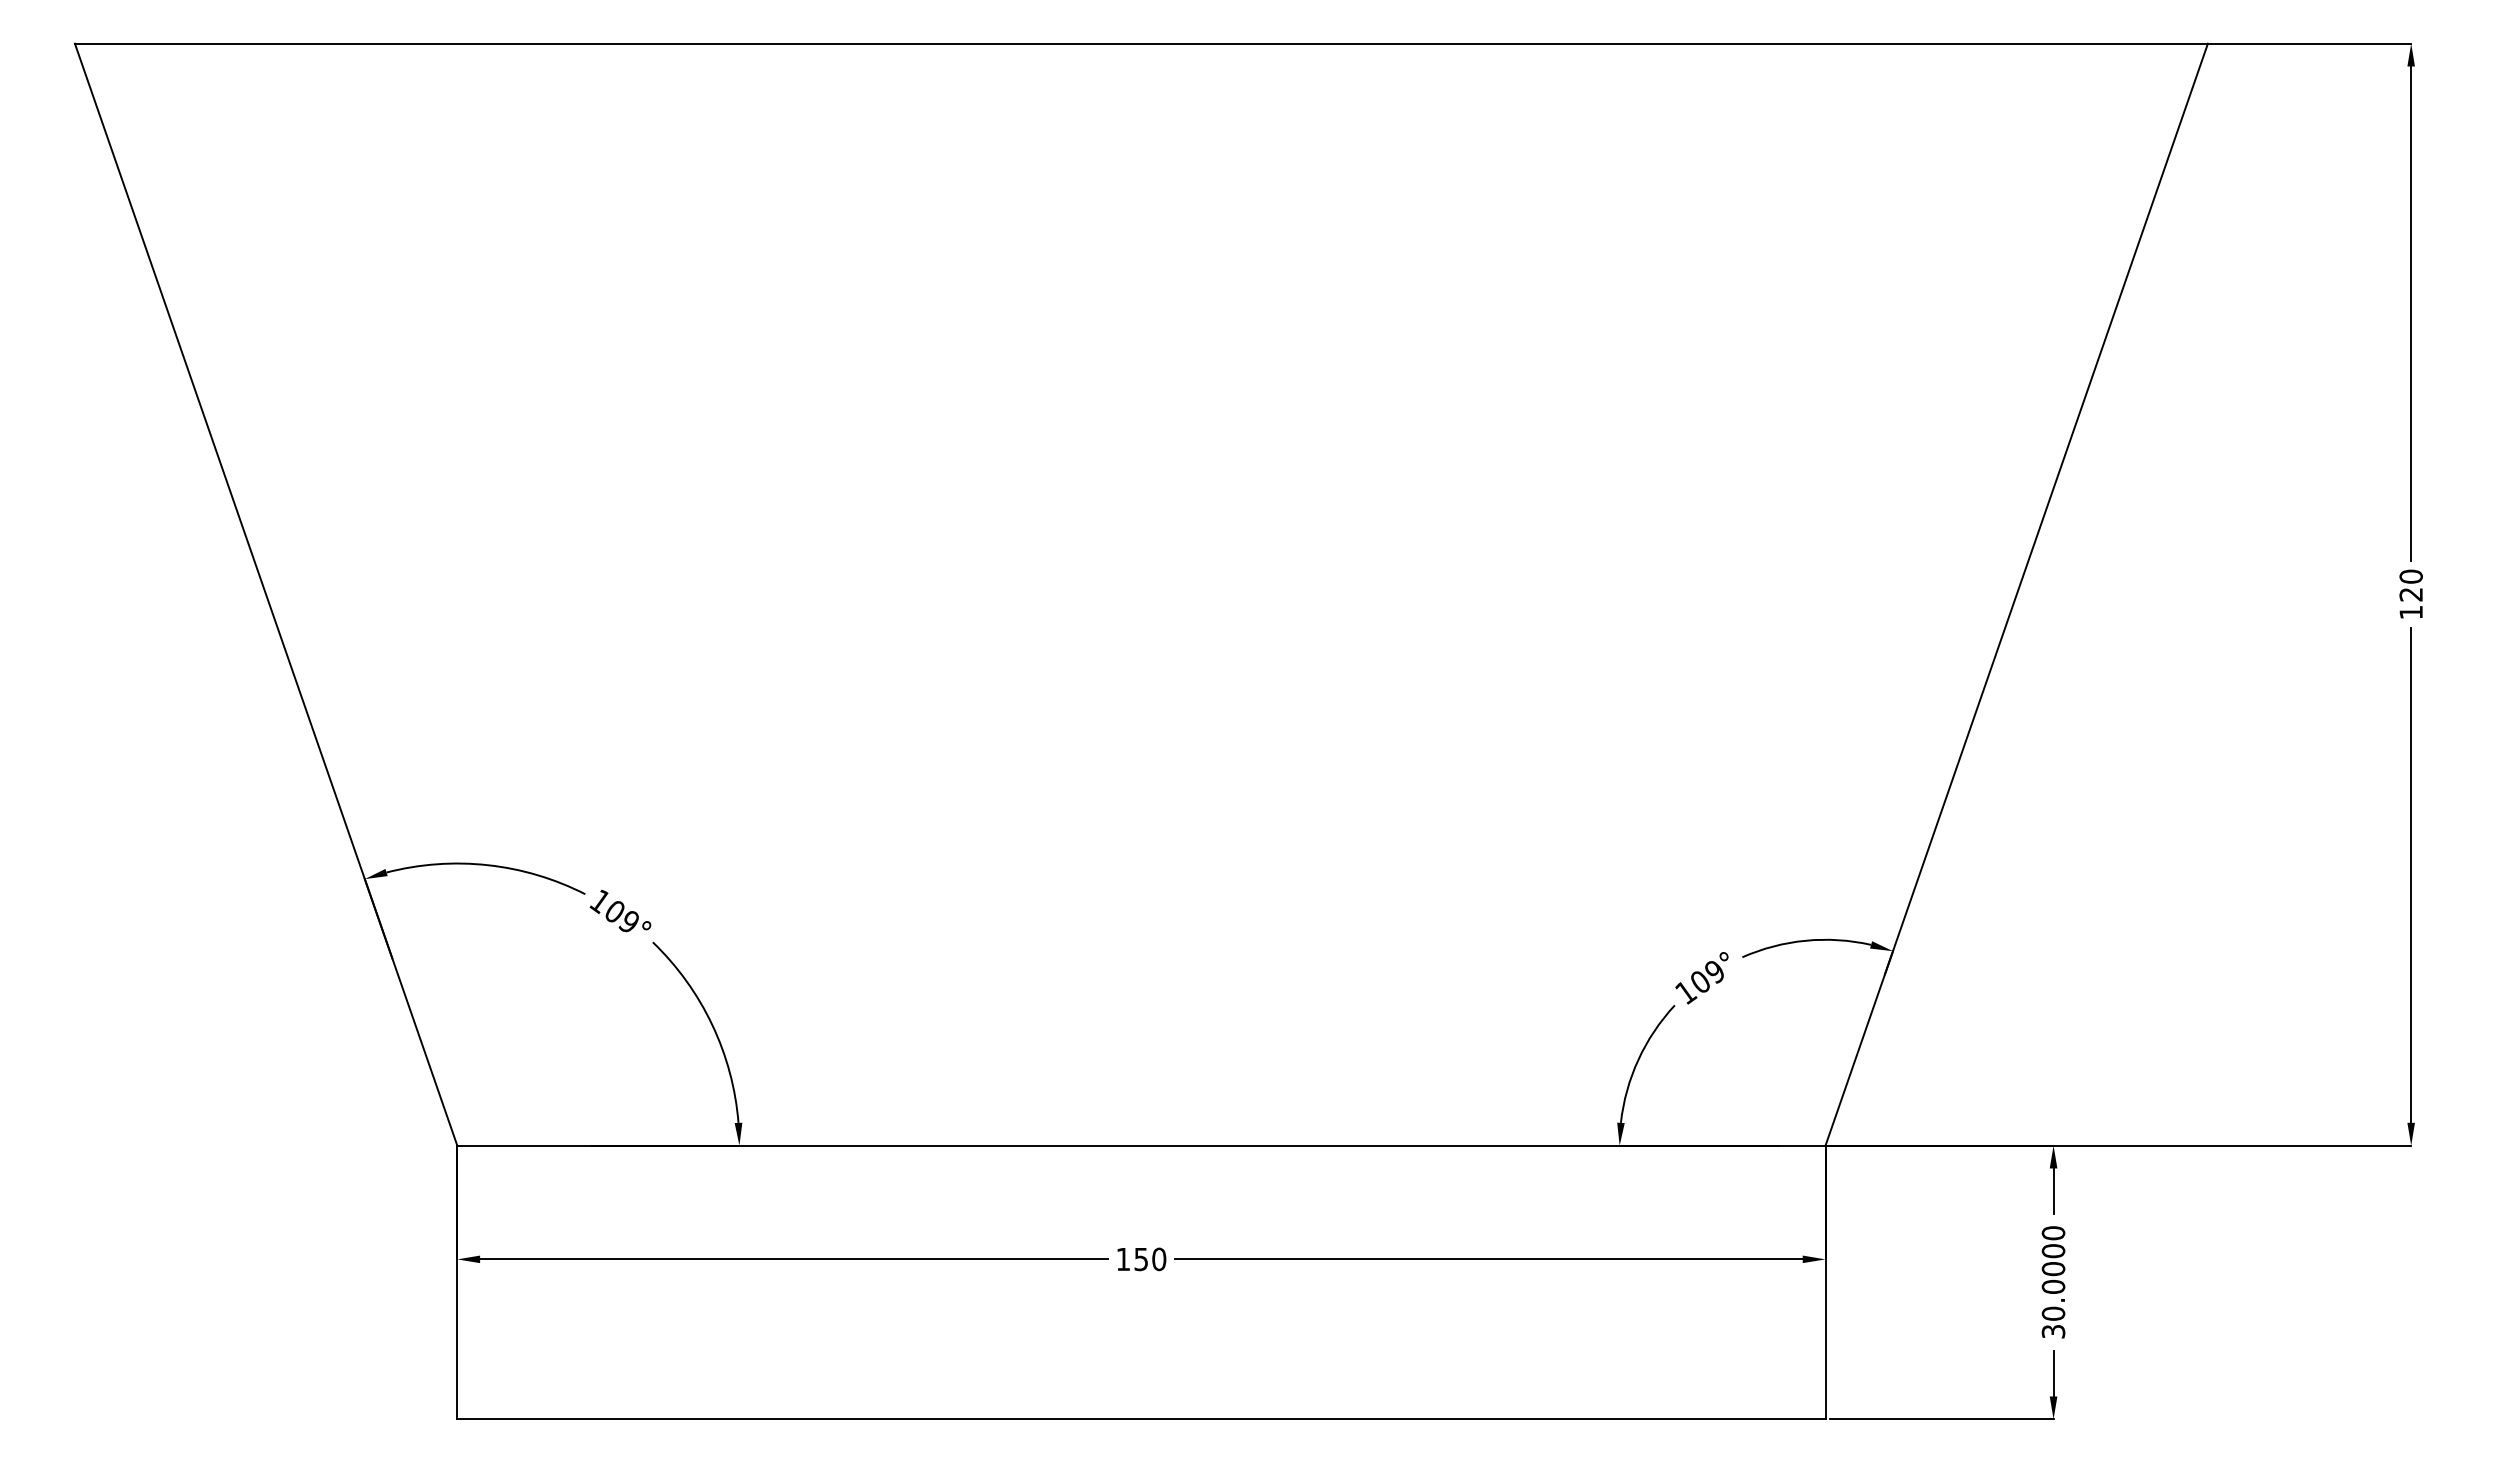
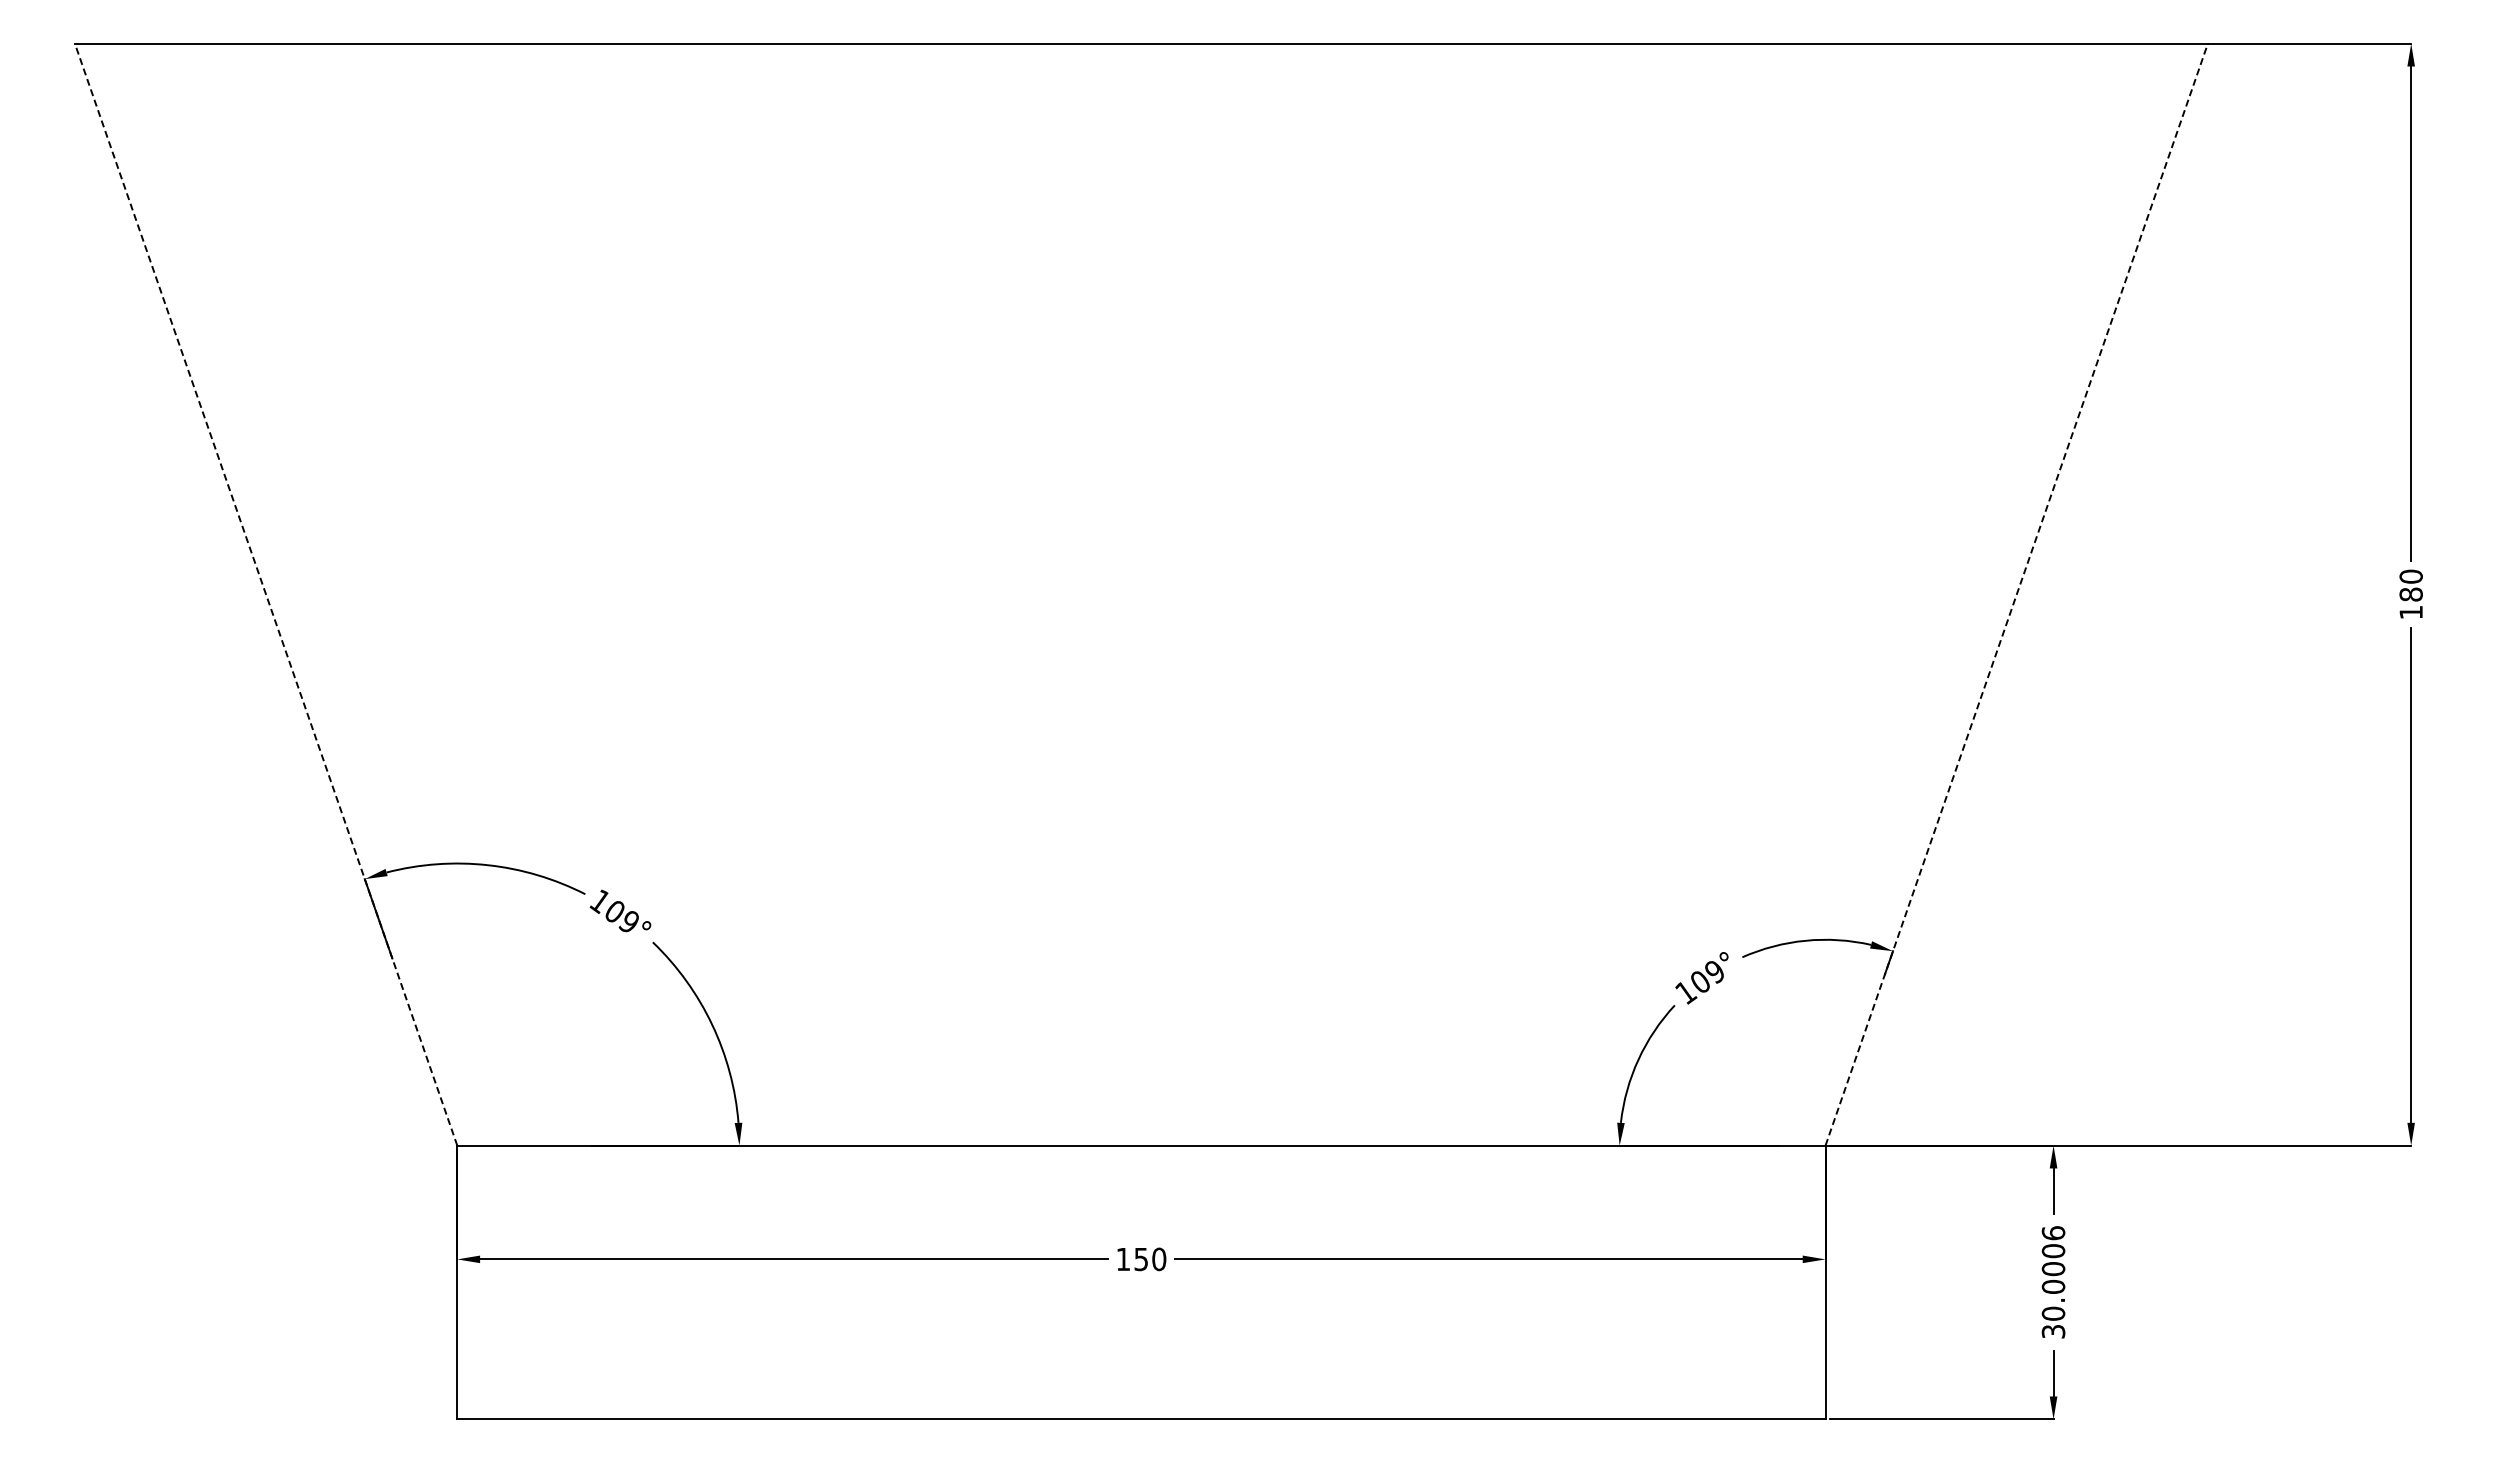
line at (265, 594): solid -> dashed
line at (2016, 594): solid -> dashed
text at (2410, 594): 120 -> 180
text at (2053, 1233): 30.0000 -> 30.0006
